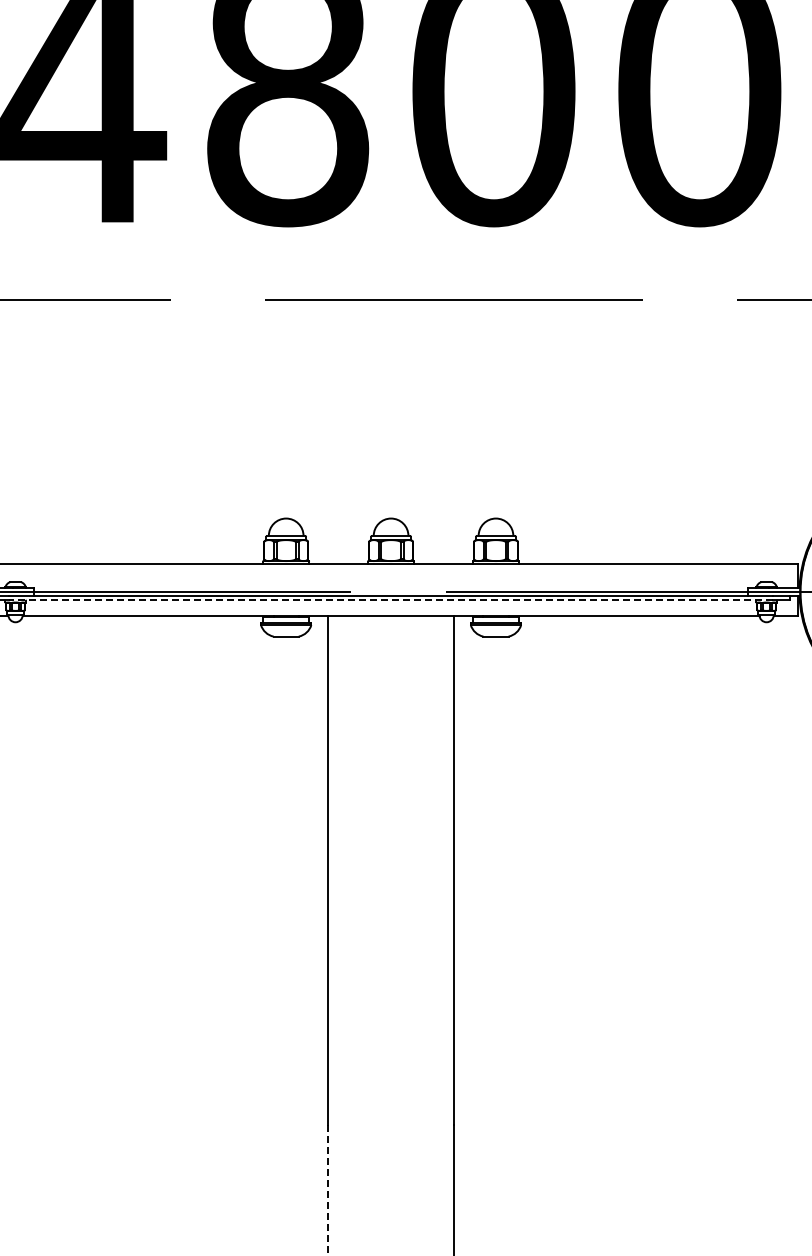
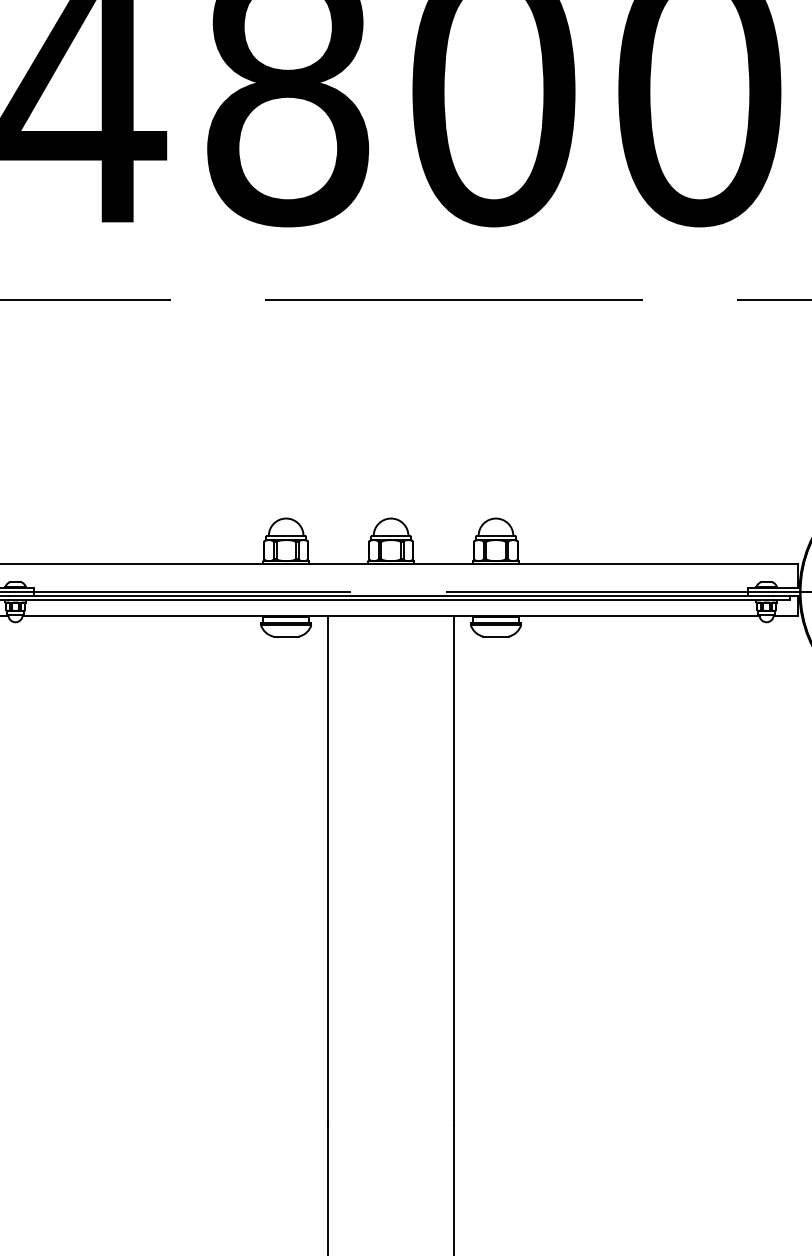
line at (391, 600): dashed -> solid
line at (327, 1190): dashed -> solid
